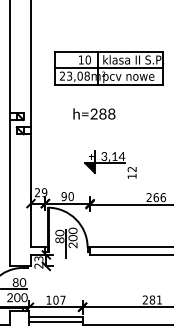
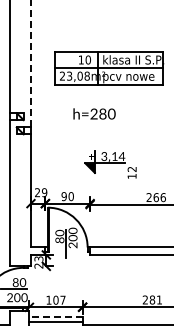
line at (30, 63): solid -> dashed
text at (111, 114): h=288 -> h=280
line at (56, 316): solid -> dashed
